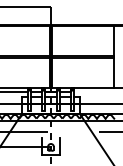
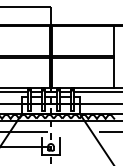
line at (96, 92): none -> present
